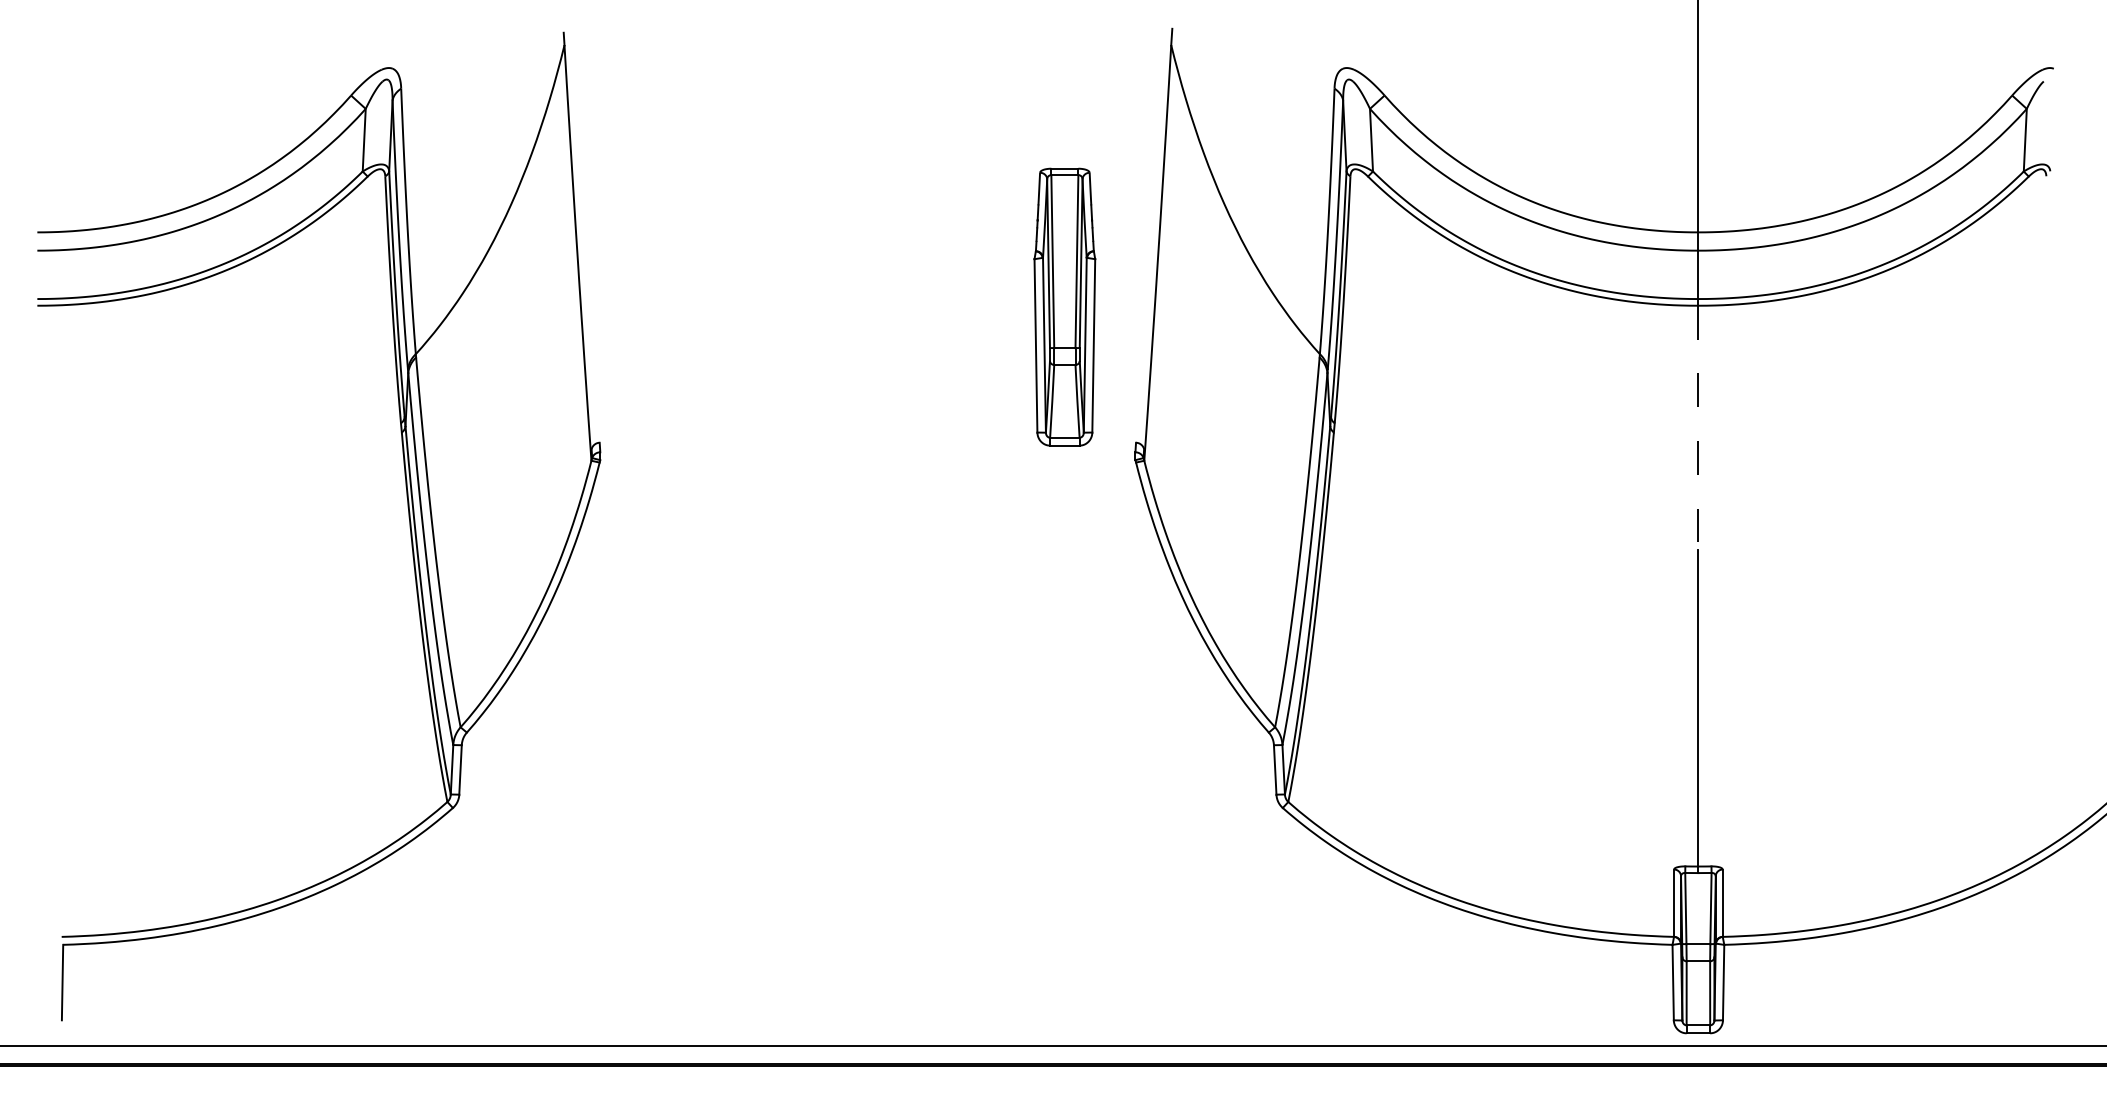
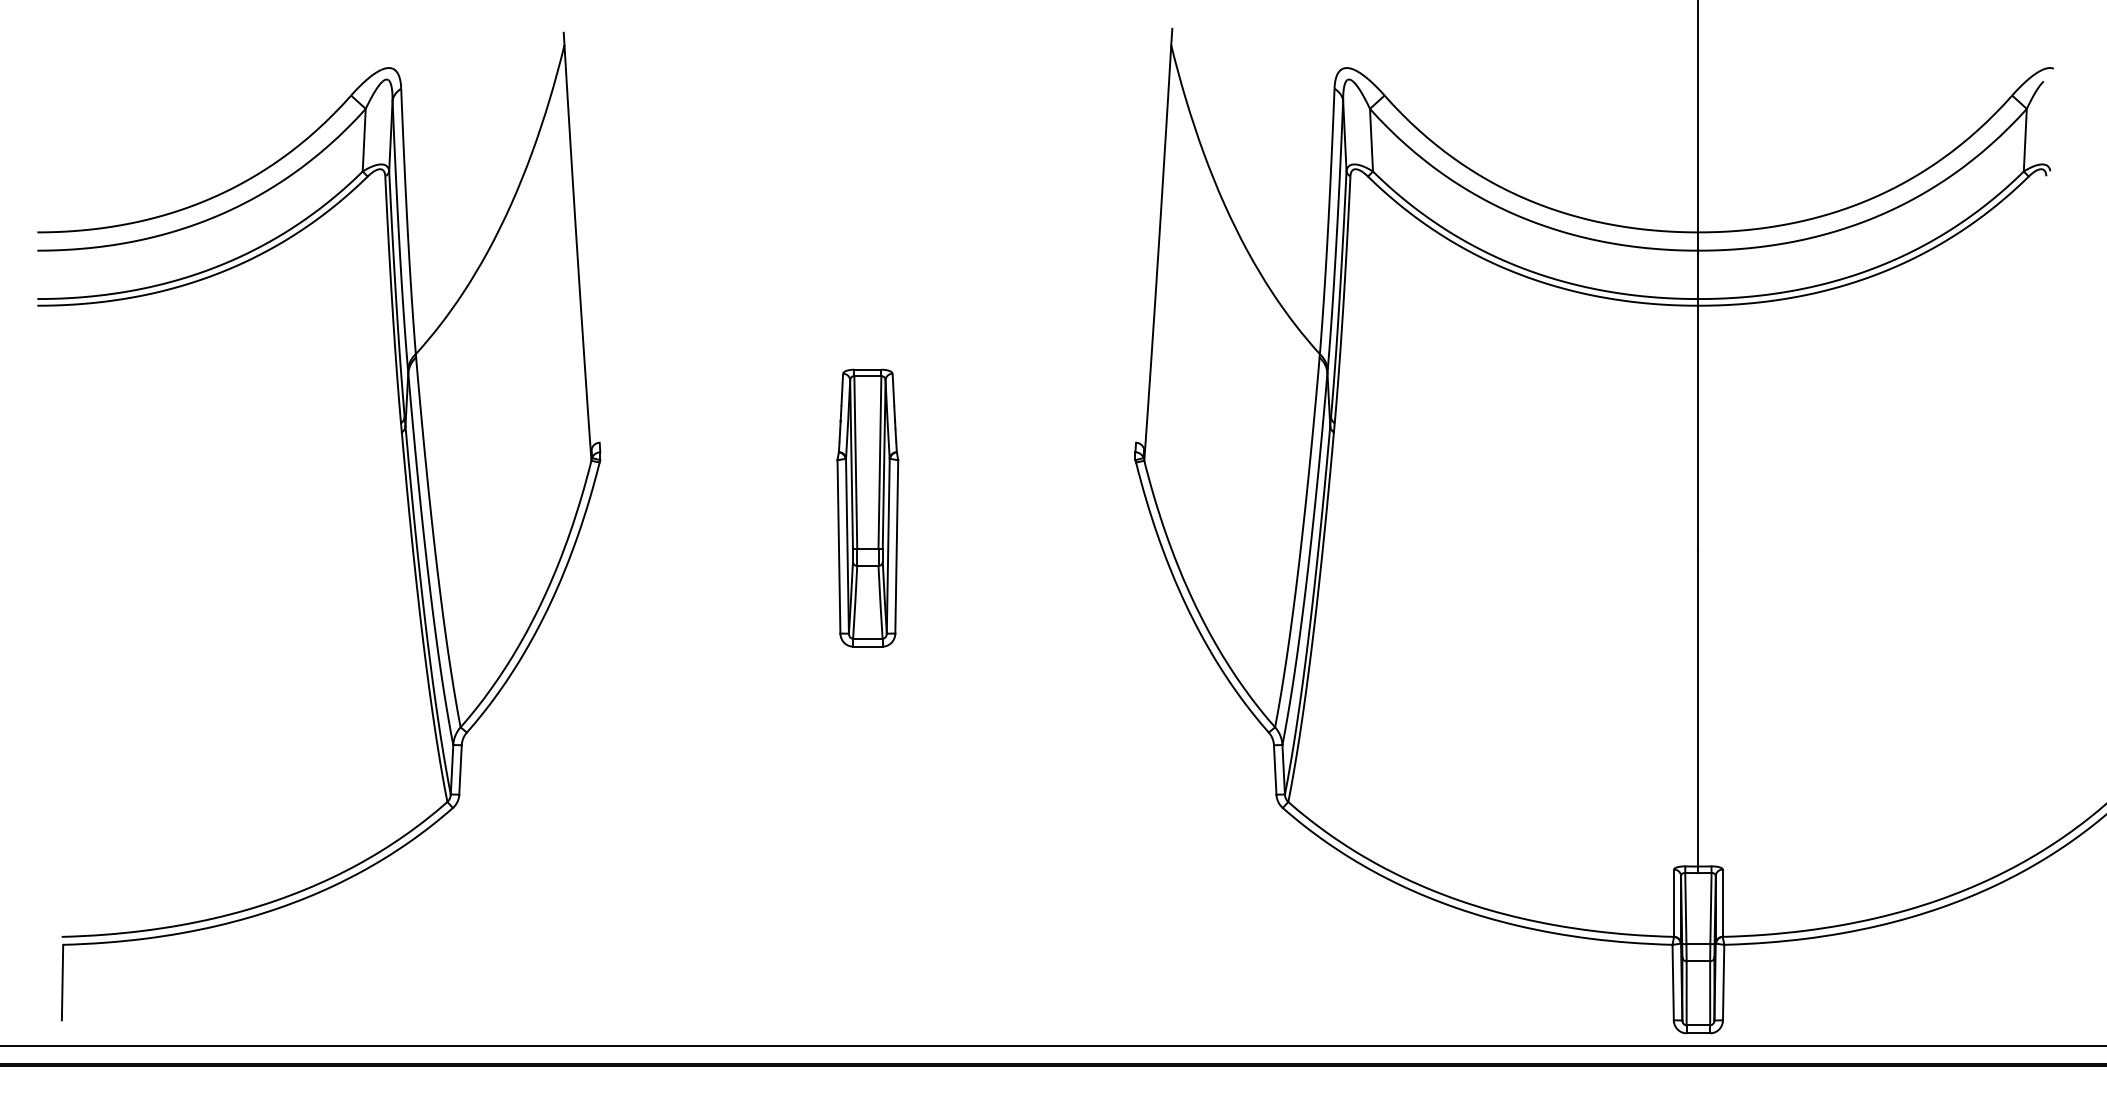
part at (1064, 306) position: (1064, 306) -> (867, 507)
line at (1698, 428): dashed -> solid
